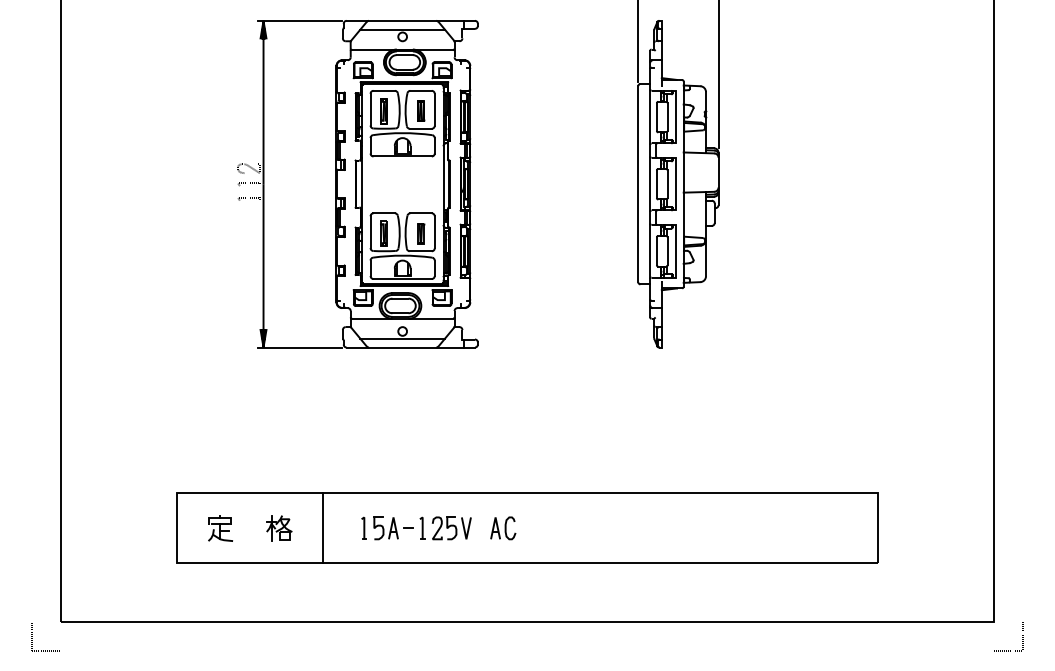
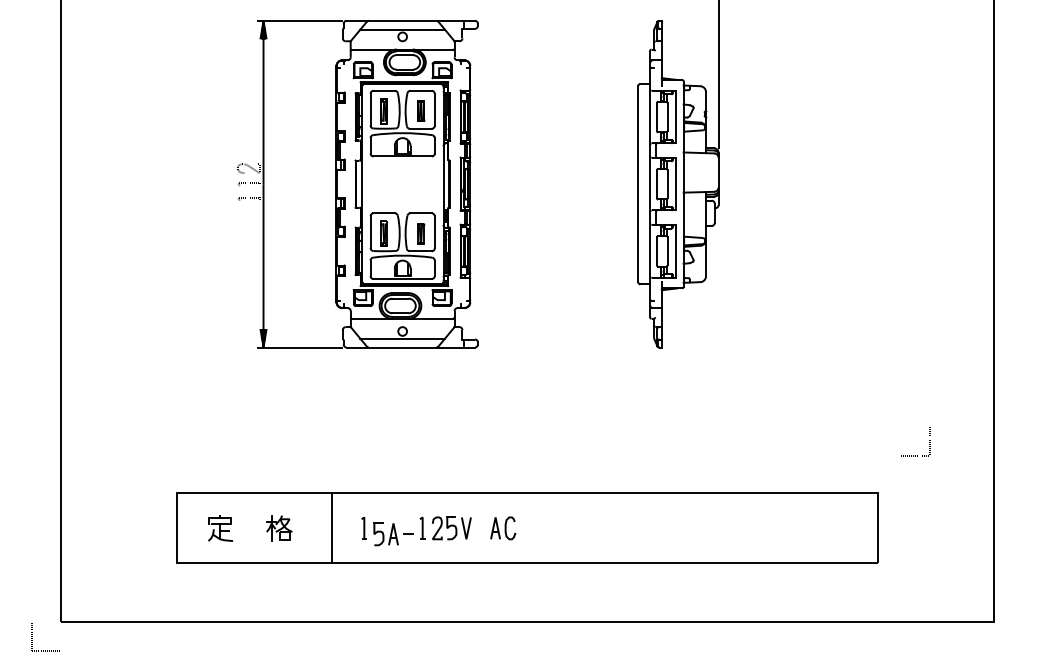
line at (638, 41): present -> none
line at (323, 528) position: (323, 528) -> (332, 528)
part at (393, 528) position: (393, 528) -> (393, 534)
line at (1008, 650) position: (1008, 650) -> (915, 455)
